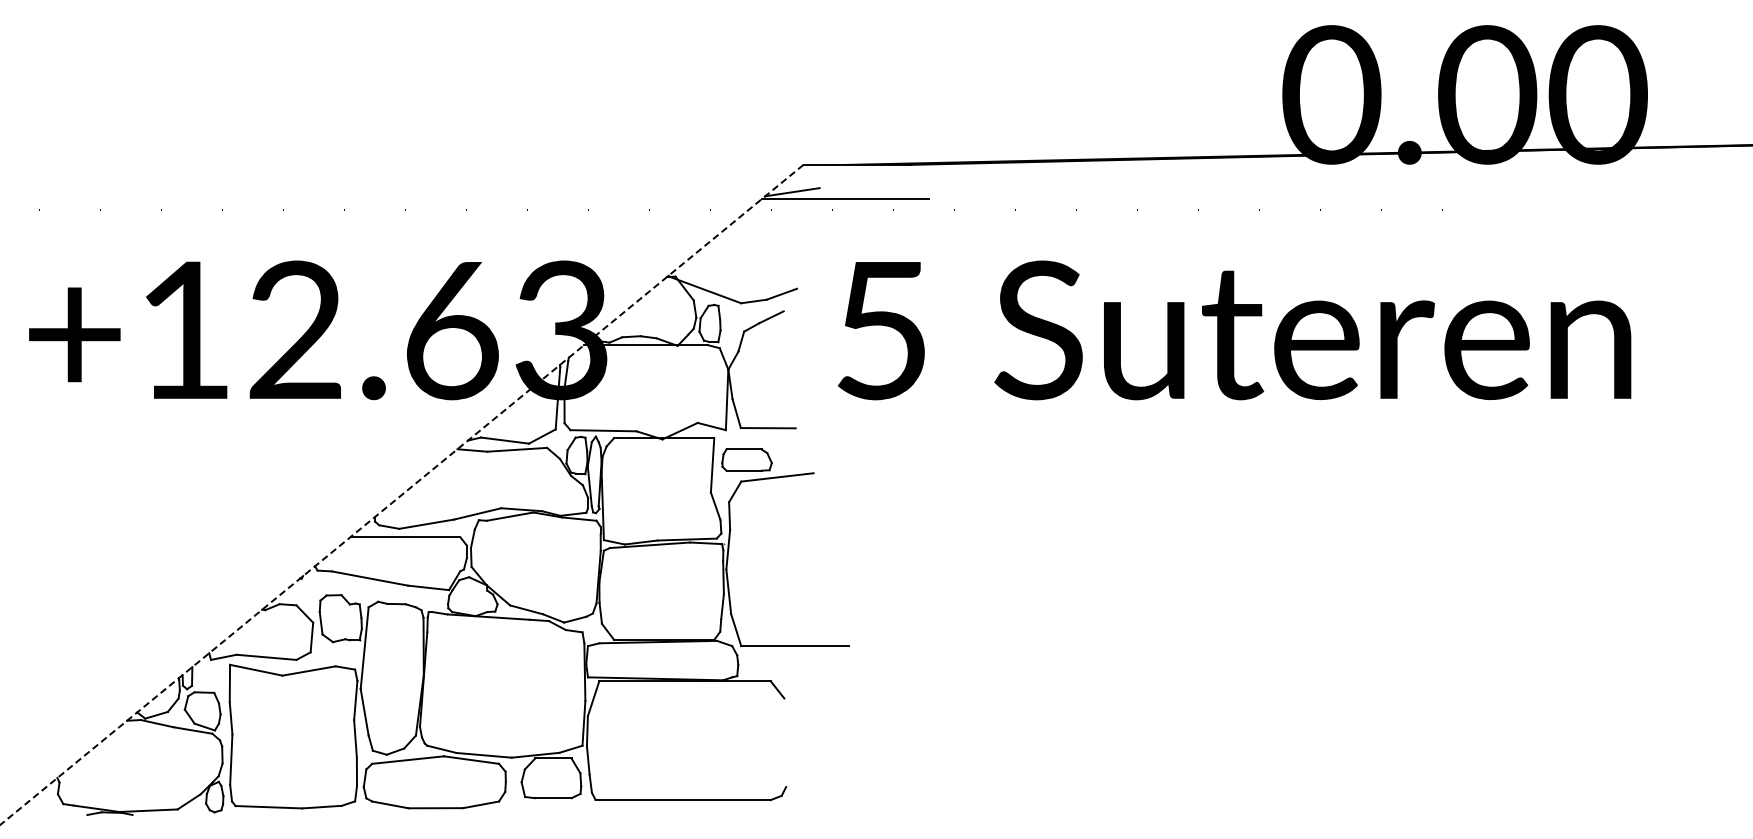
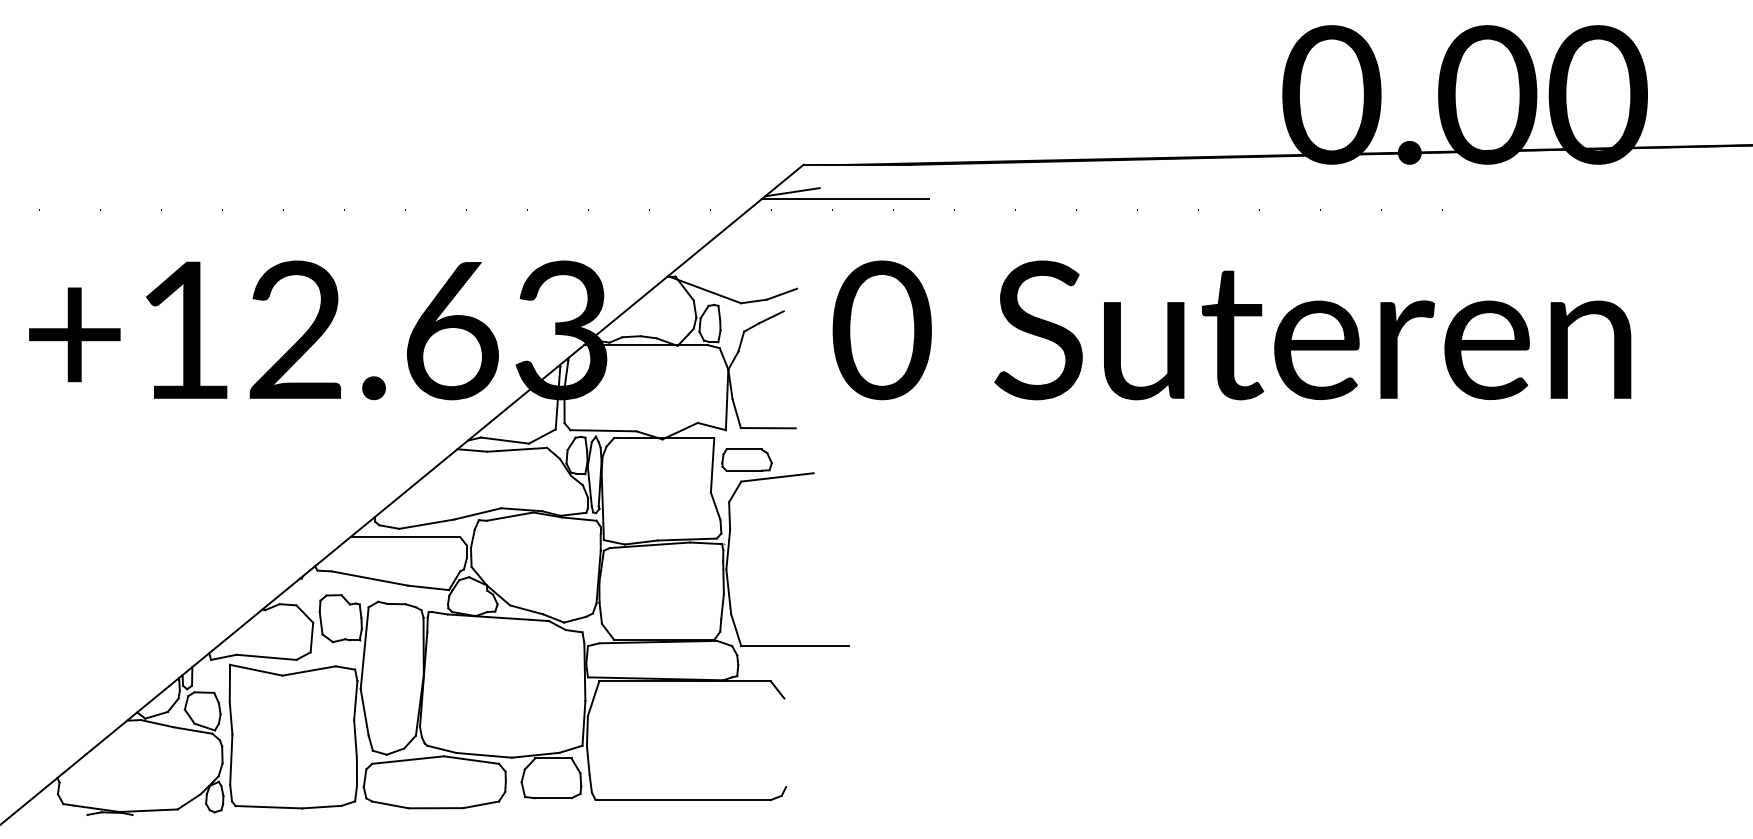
text at (881, 330): 5 -> 0
line at (401, 495): dashed -> solid
